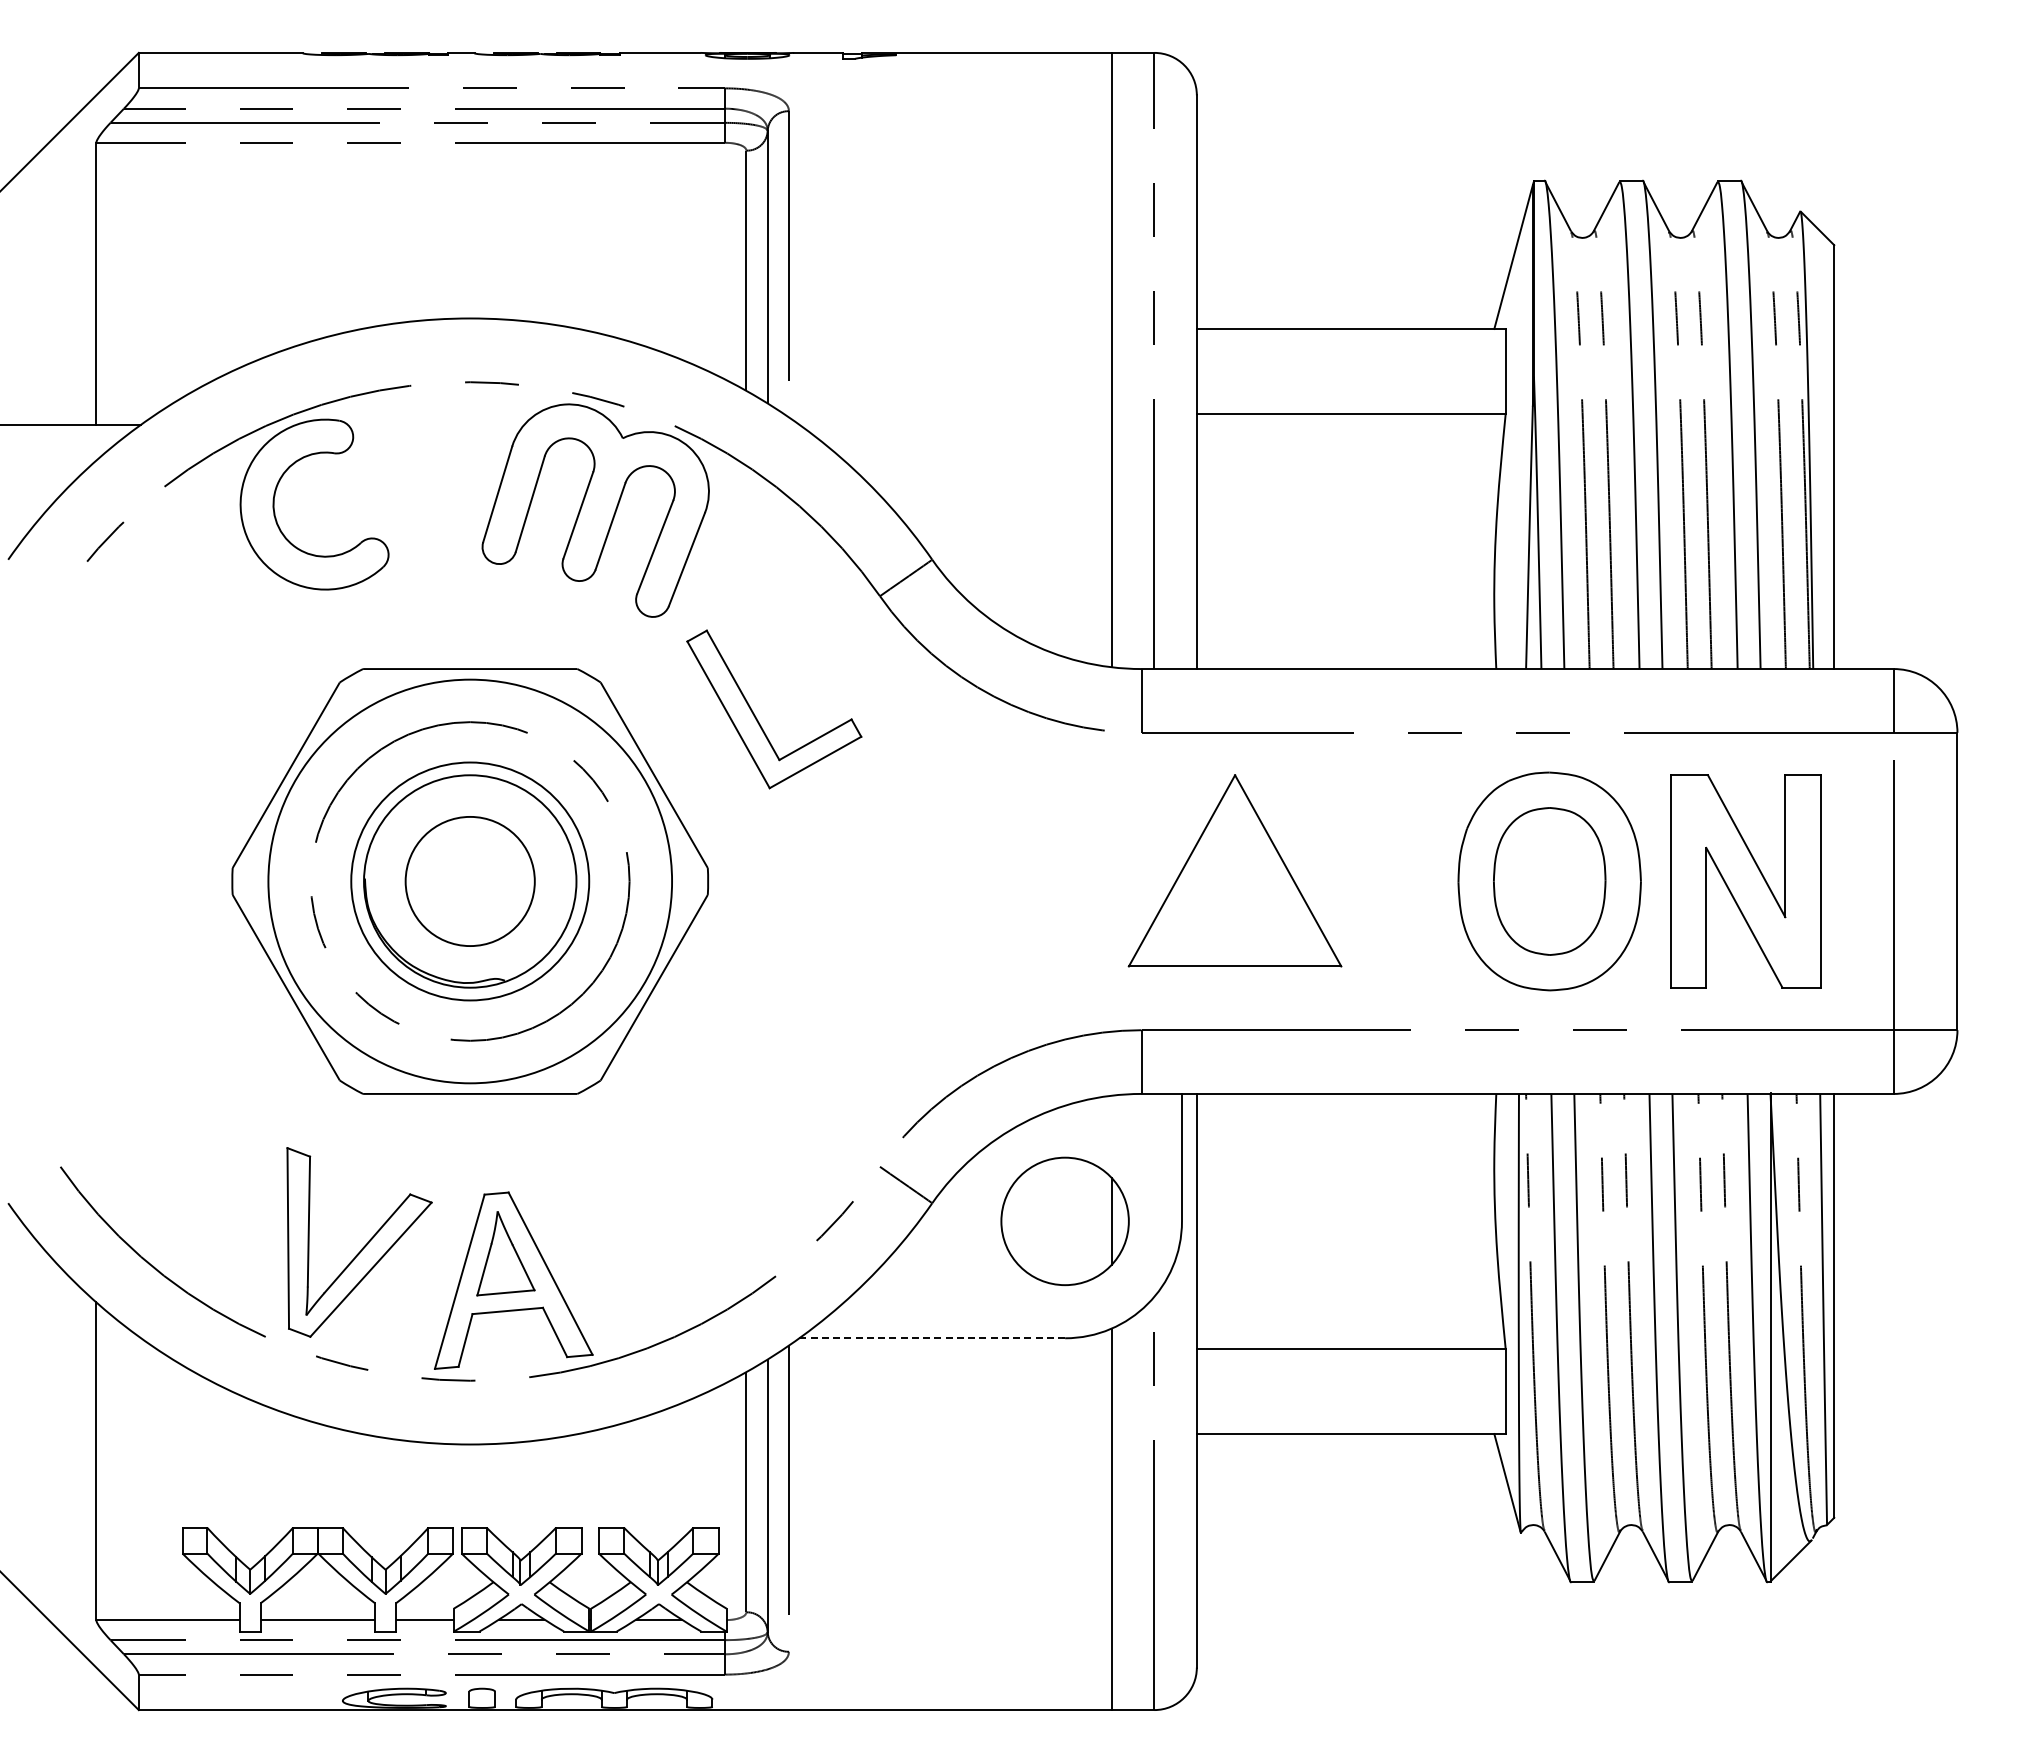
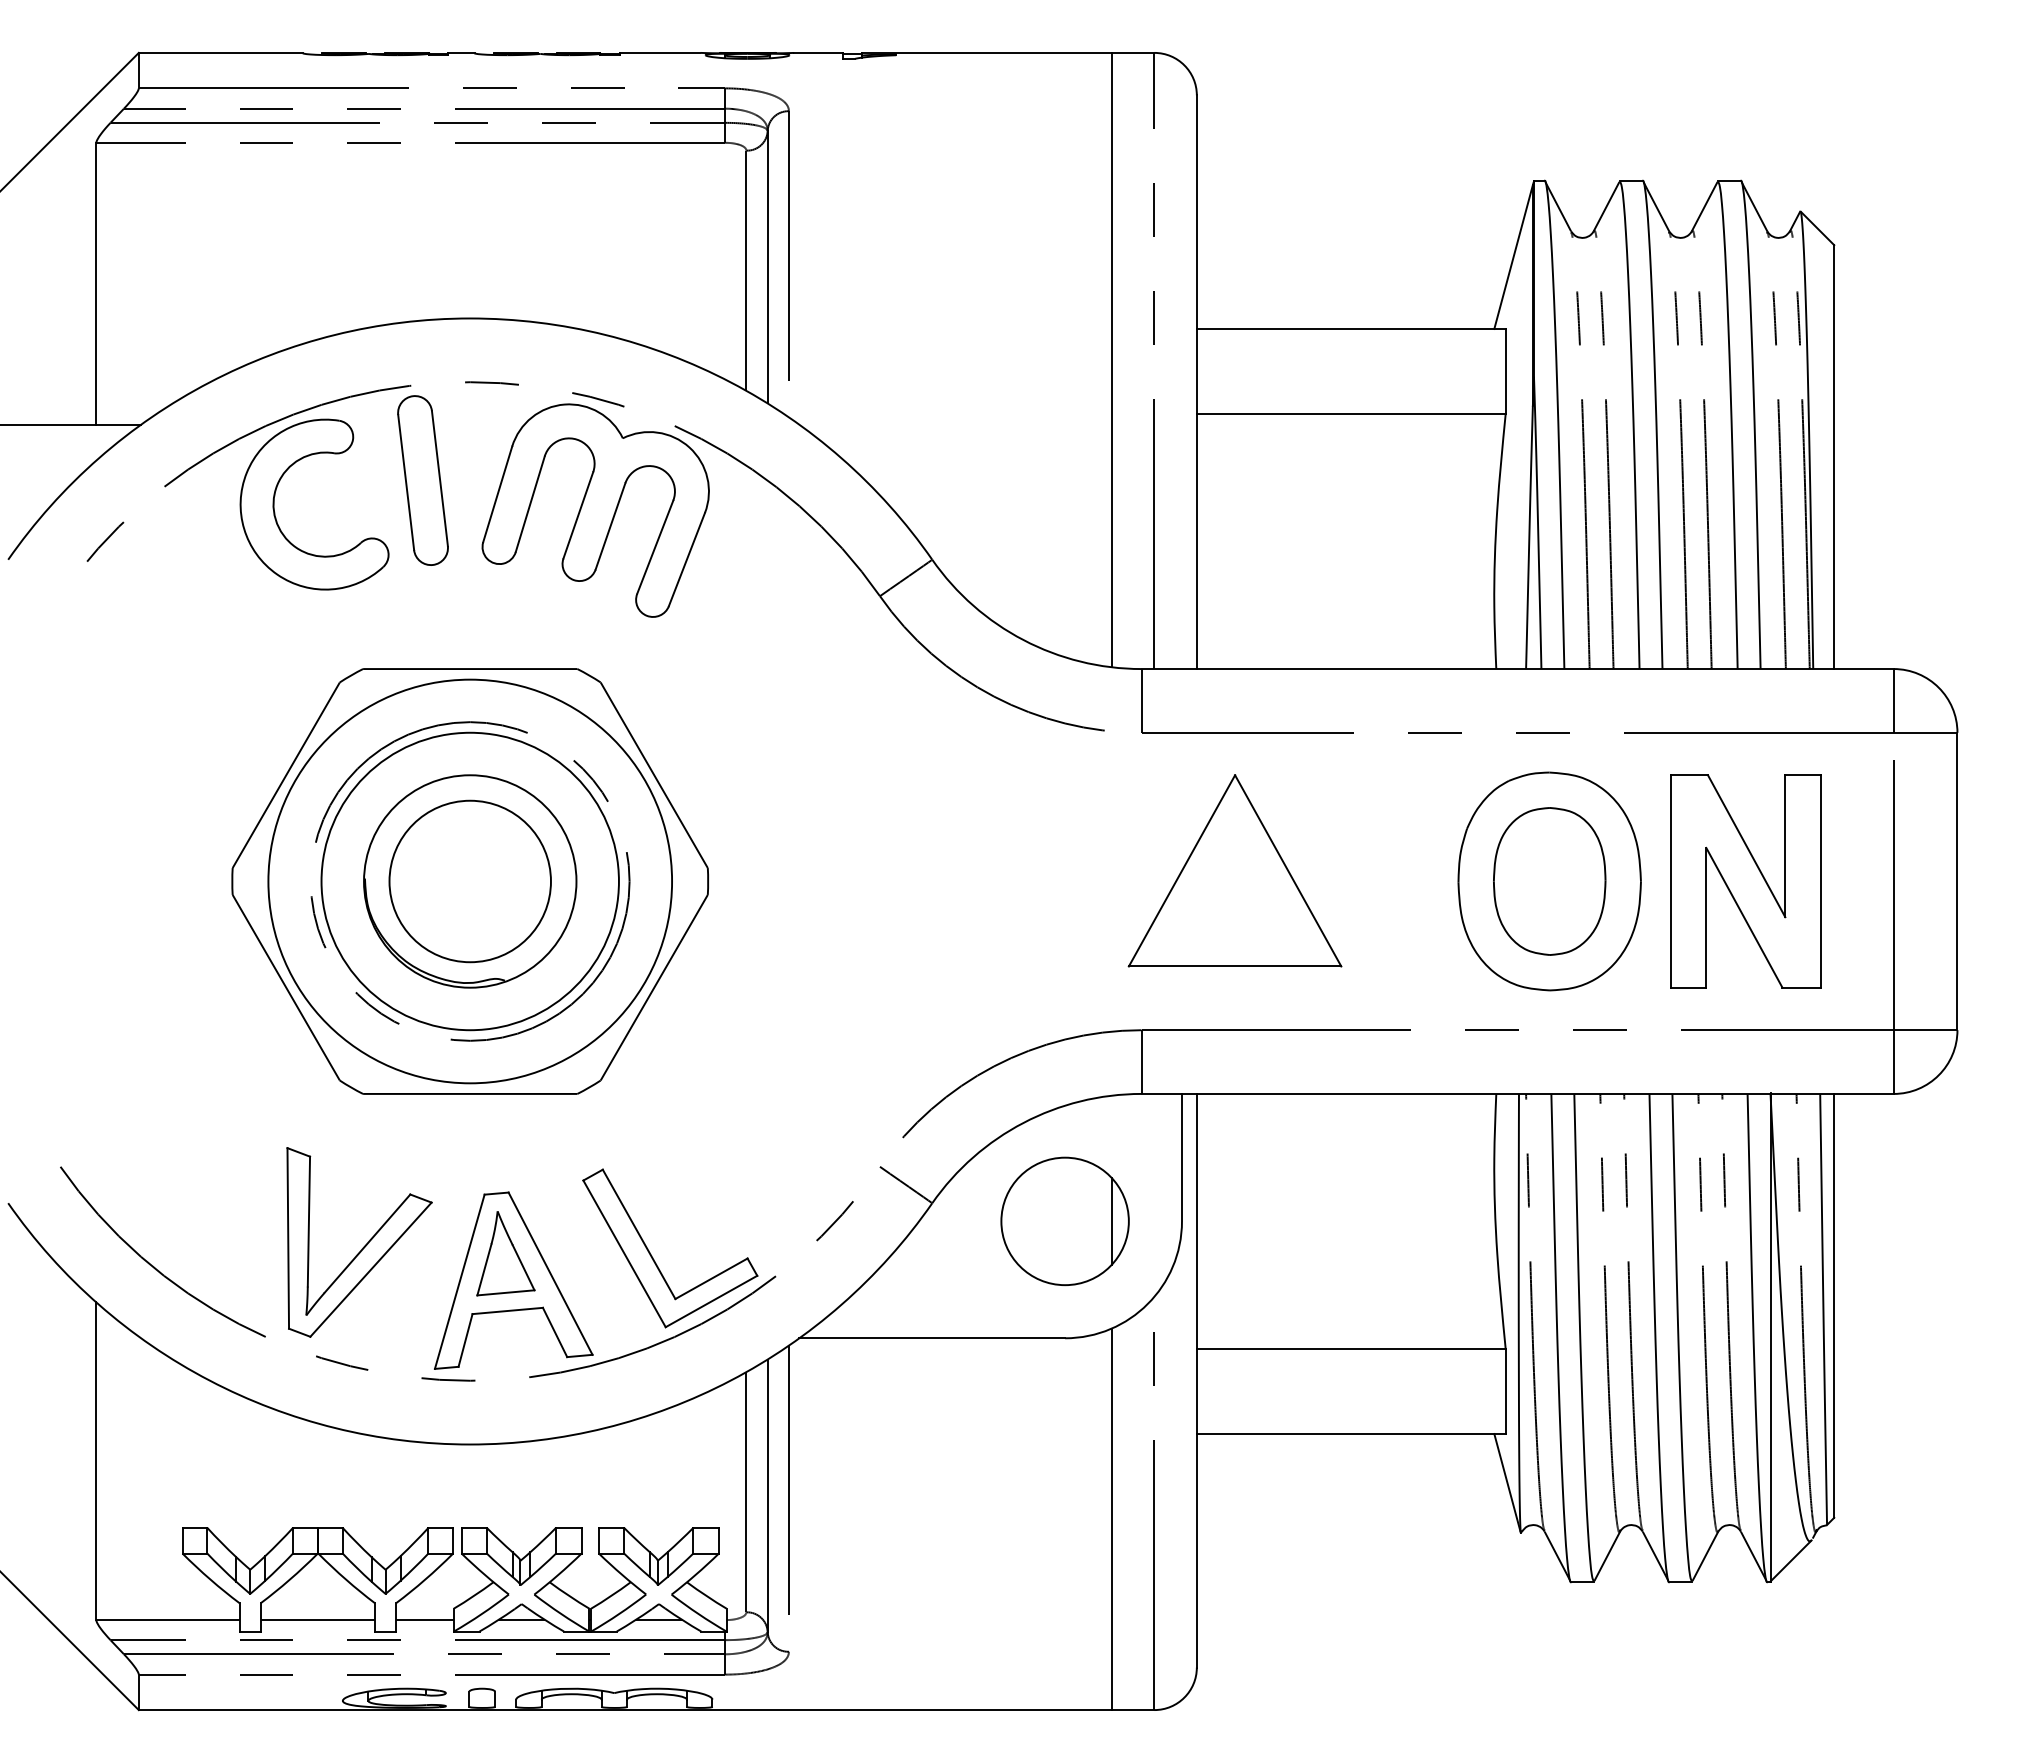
part at (422, 480): none -> present
part at (757, 718) position: (757, 718) -> (653, 1257)
circle at (469, 881) diameter: 129 px -> 161 px
circle at (470, 881) diameter: 238 px -> 297 px
line at (932, 1338): dashed -> solid
